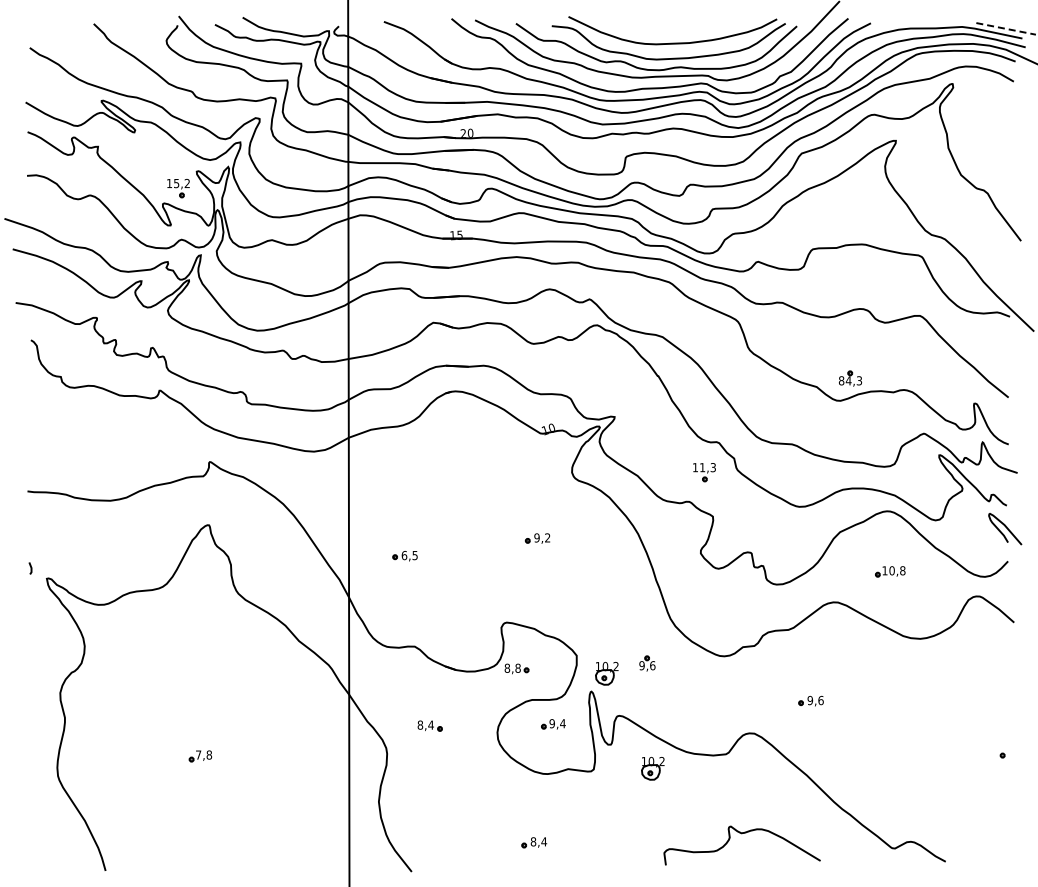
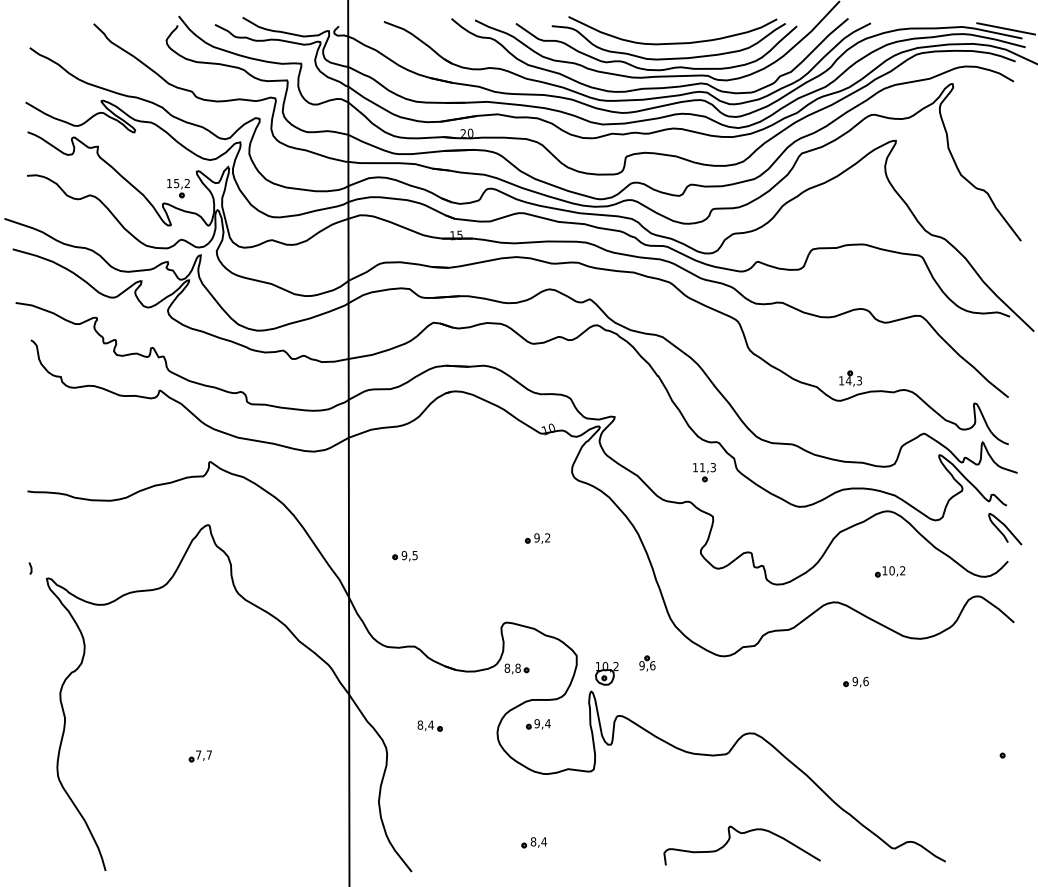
line at (1006, 28): dashed -> solid
text at (841, 380): 84,3 -> 14,3
text at (404, 555): 6,5 -> 9,5
text at (902, 570): 10,8 -> 10,2
part at (810, 700) position: (810, 700) -> (855, 681)
part at (553, 724) position: (553, 724) -> (538, 724)
text at (209, 754): 7,8 -> 7,7
part at (652, 768): present -> none
